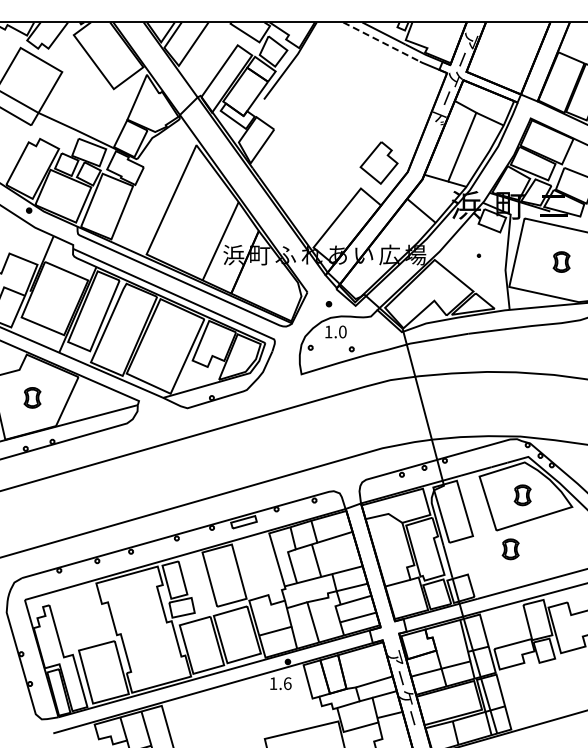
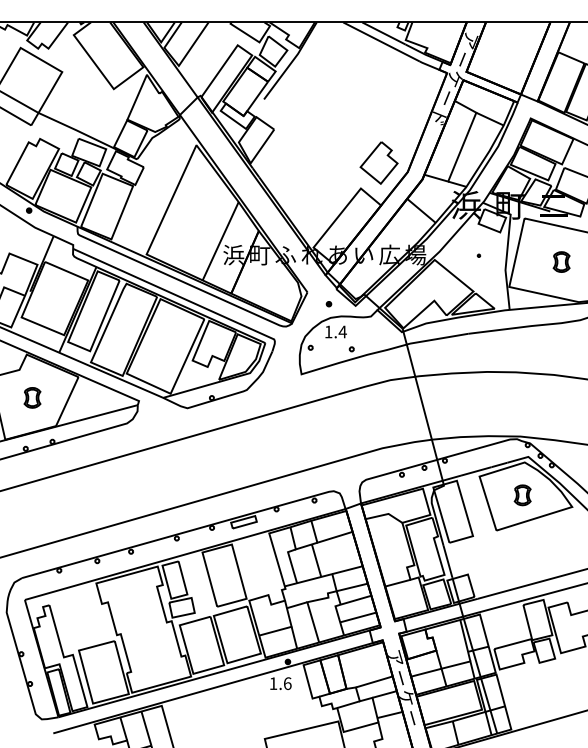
line at (382, 42): dashed -> solid
text at (342, 331): 1.0 -> 1.4
part at (510, 549): present -> none
